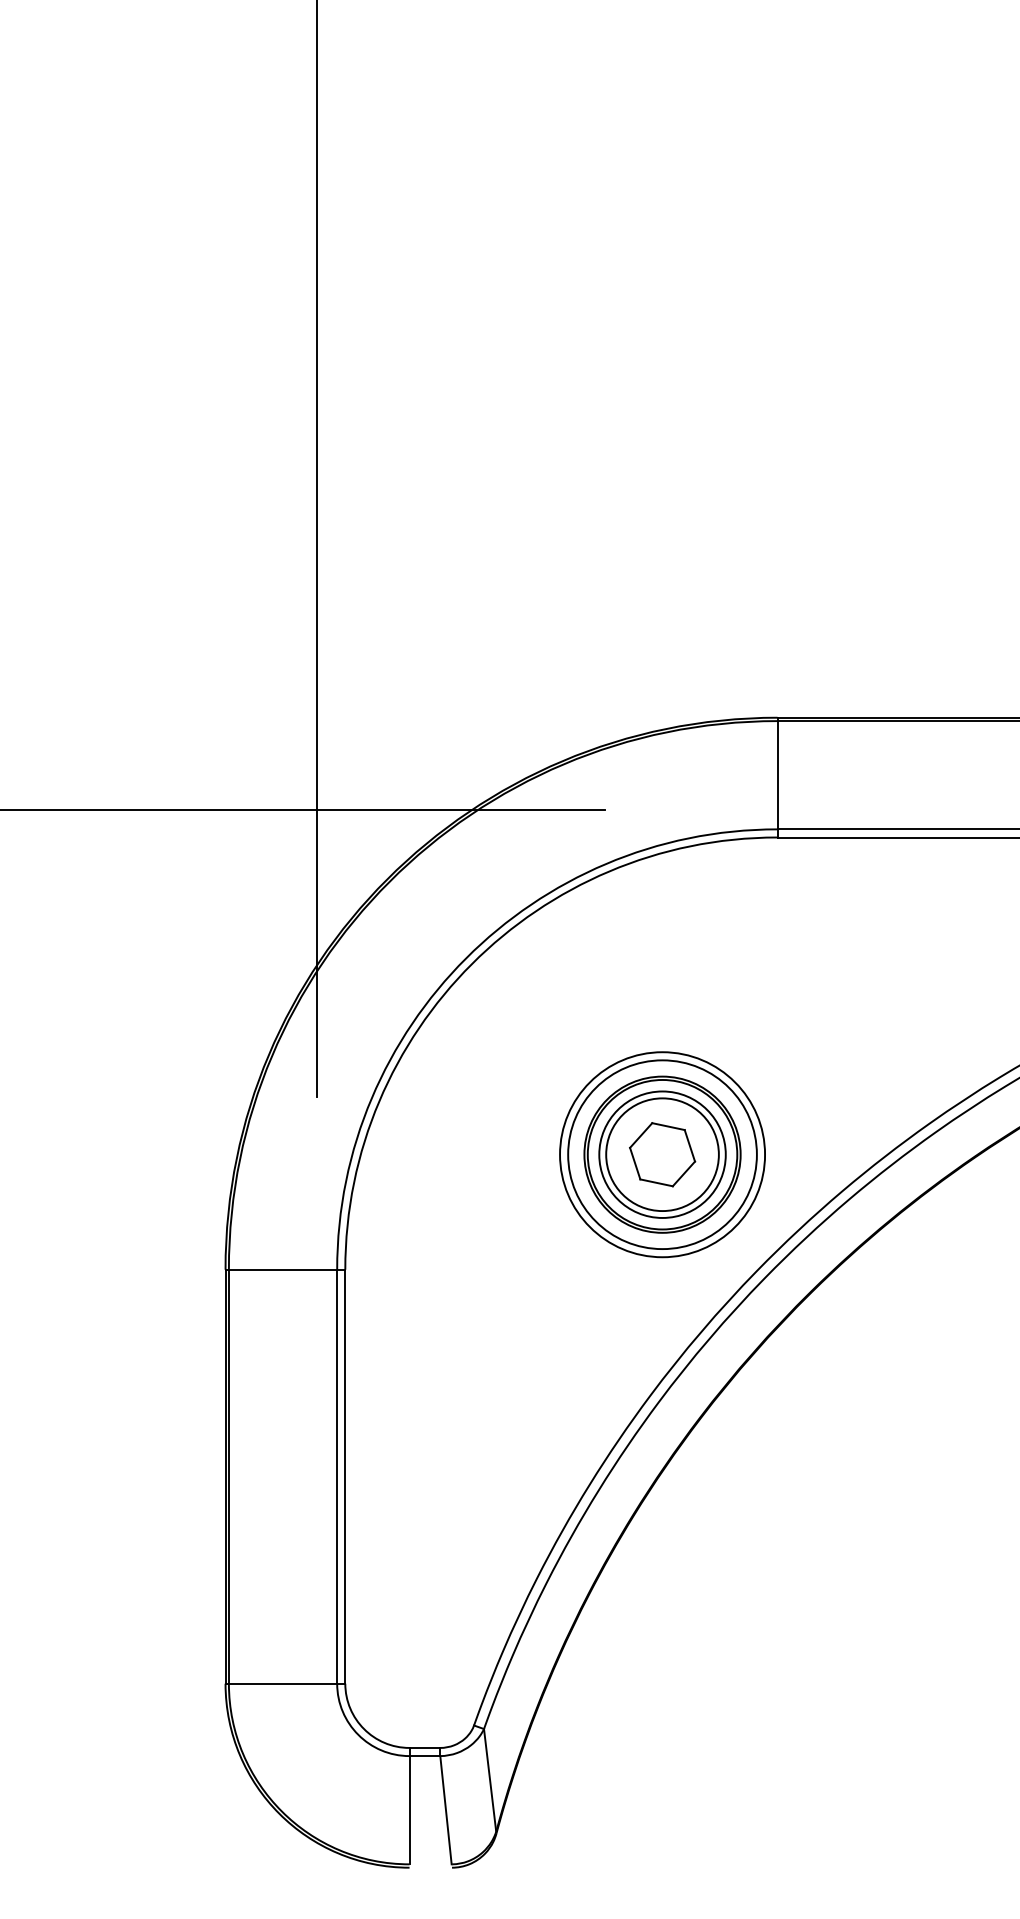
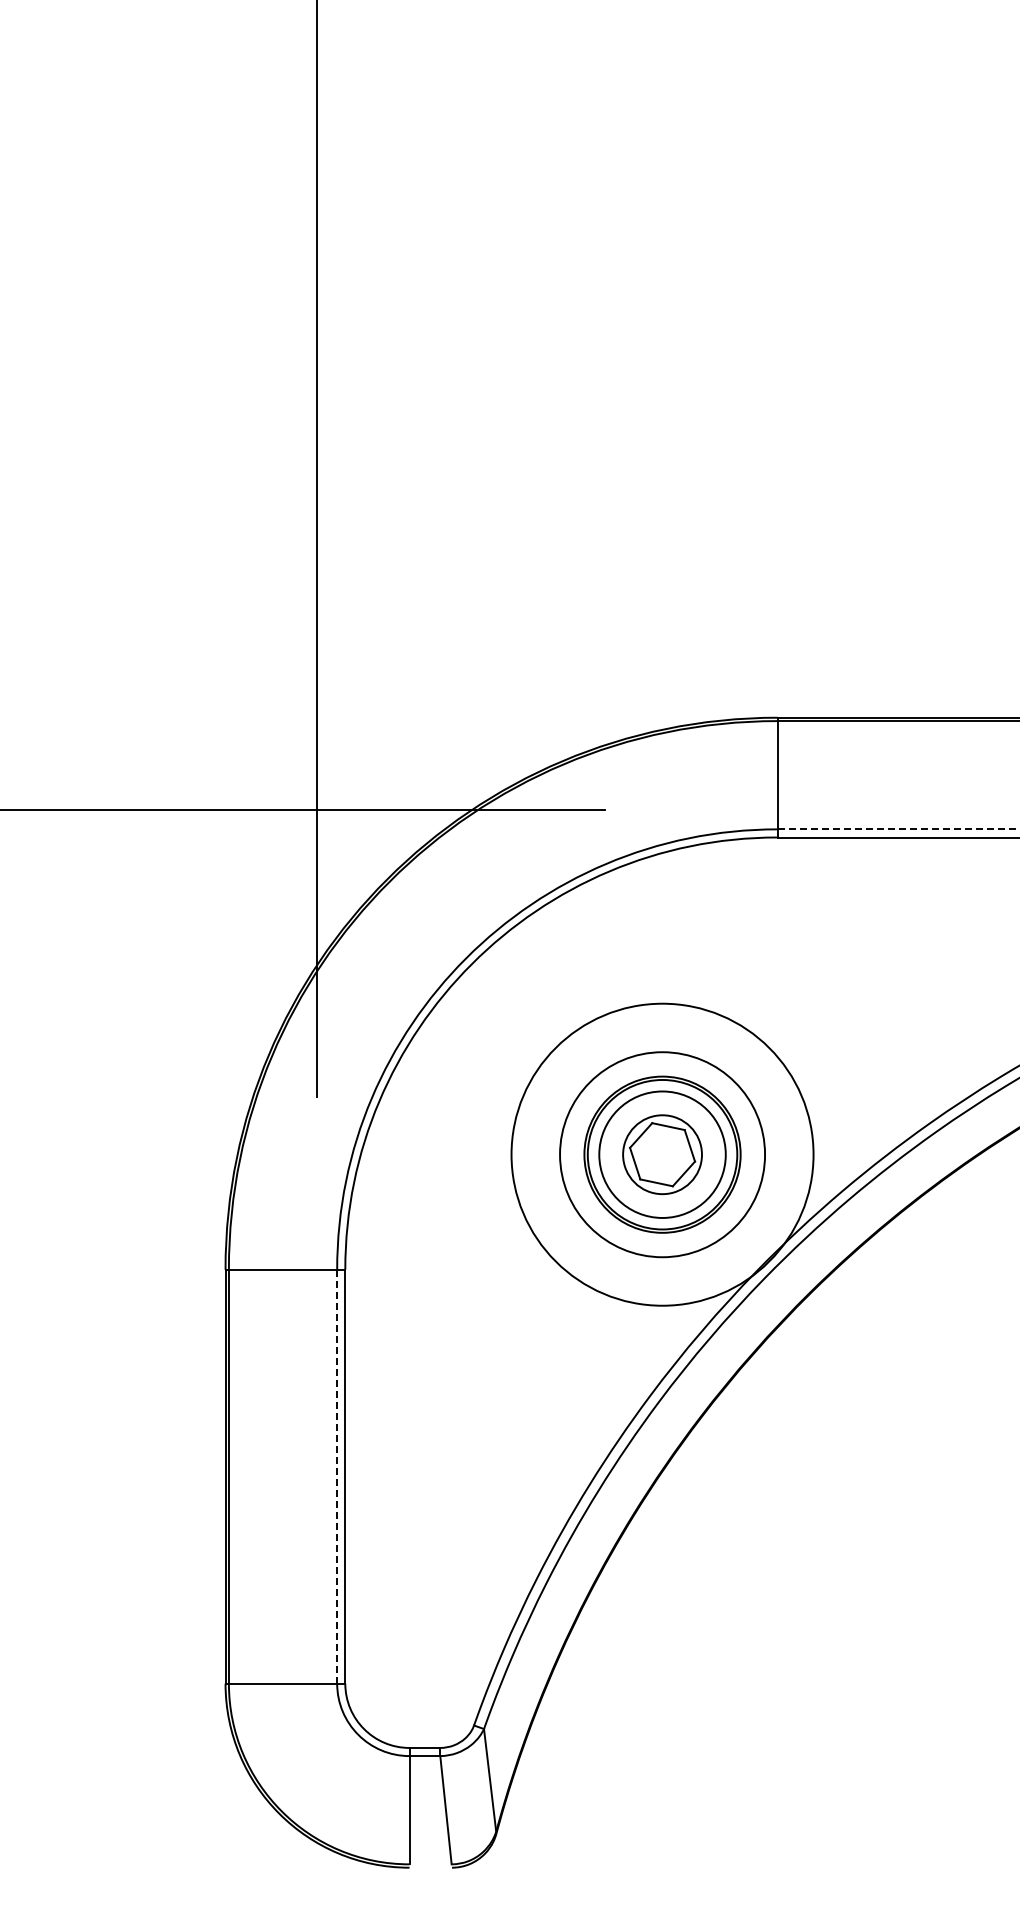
line at (898, 829): solid -> dashed
circle at (662, 1154) diameter: 113 px -> 79 px
circle at (662, 1154) diameter: 189 px -> 302 px
line at (337, 1476): solid -> dashed
